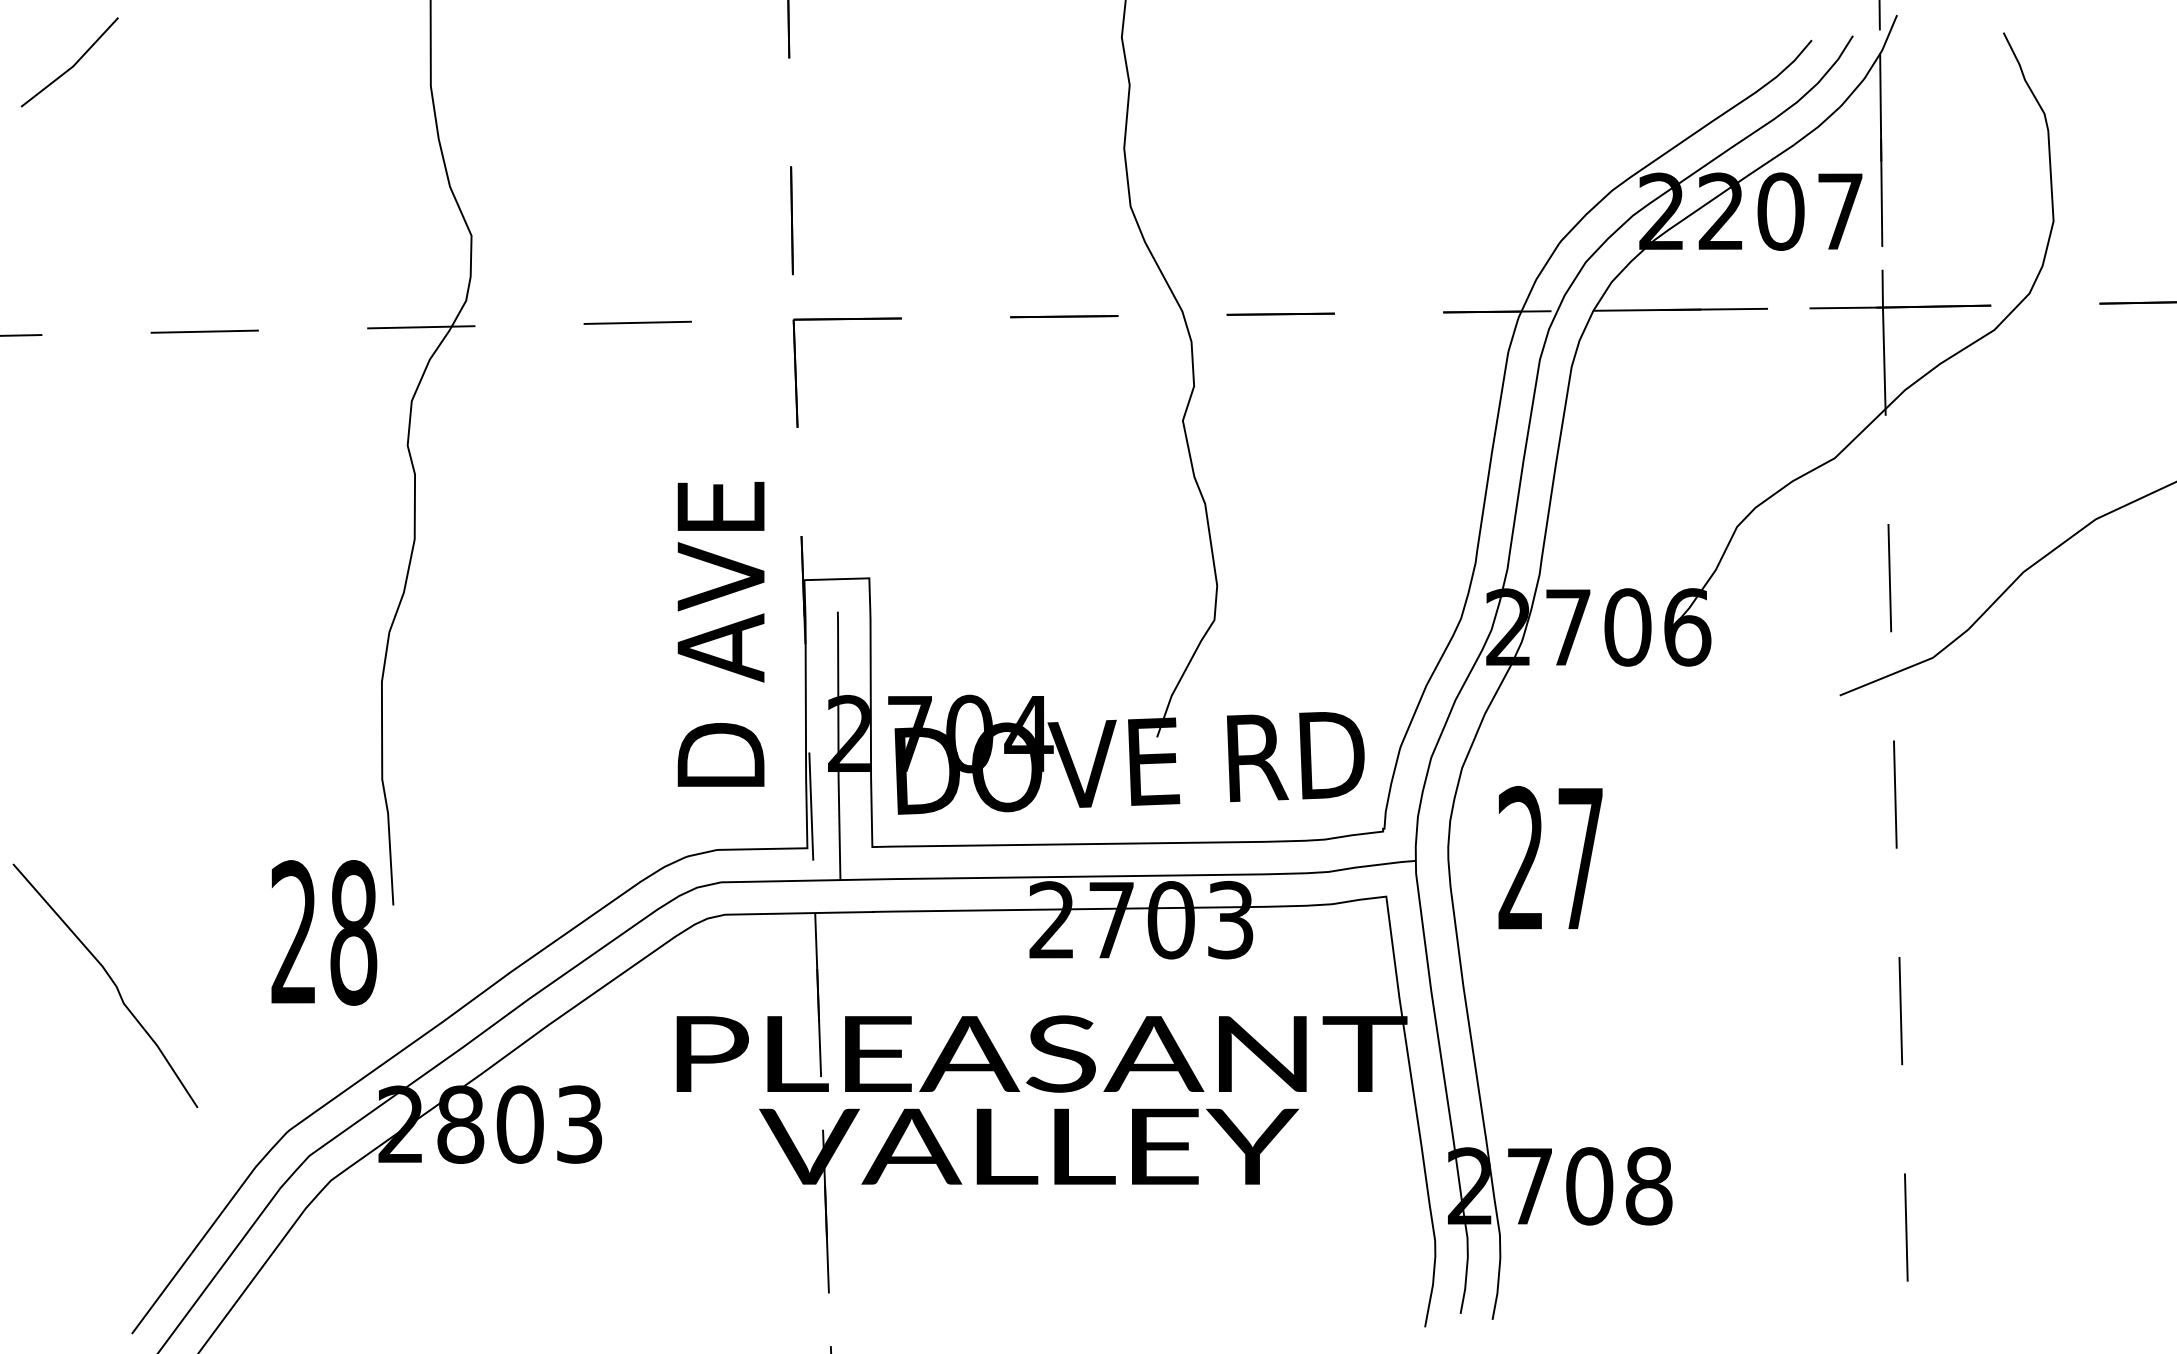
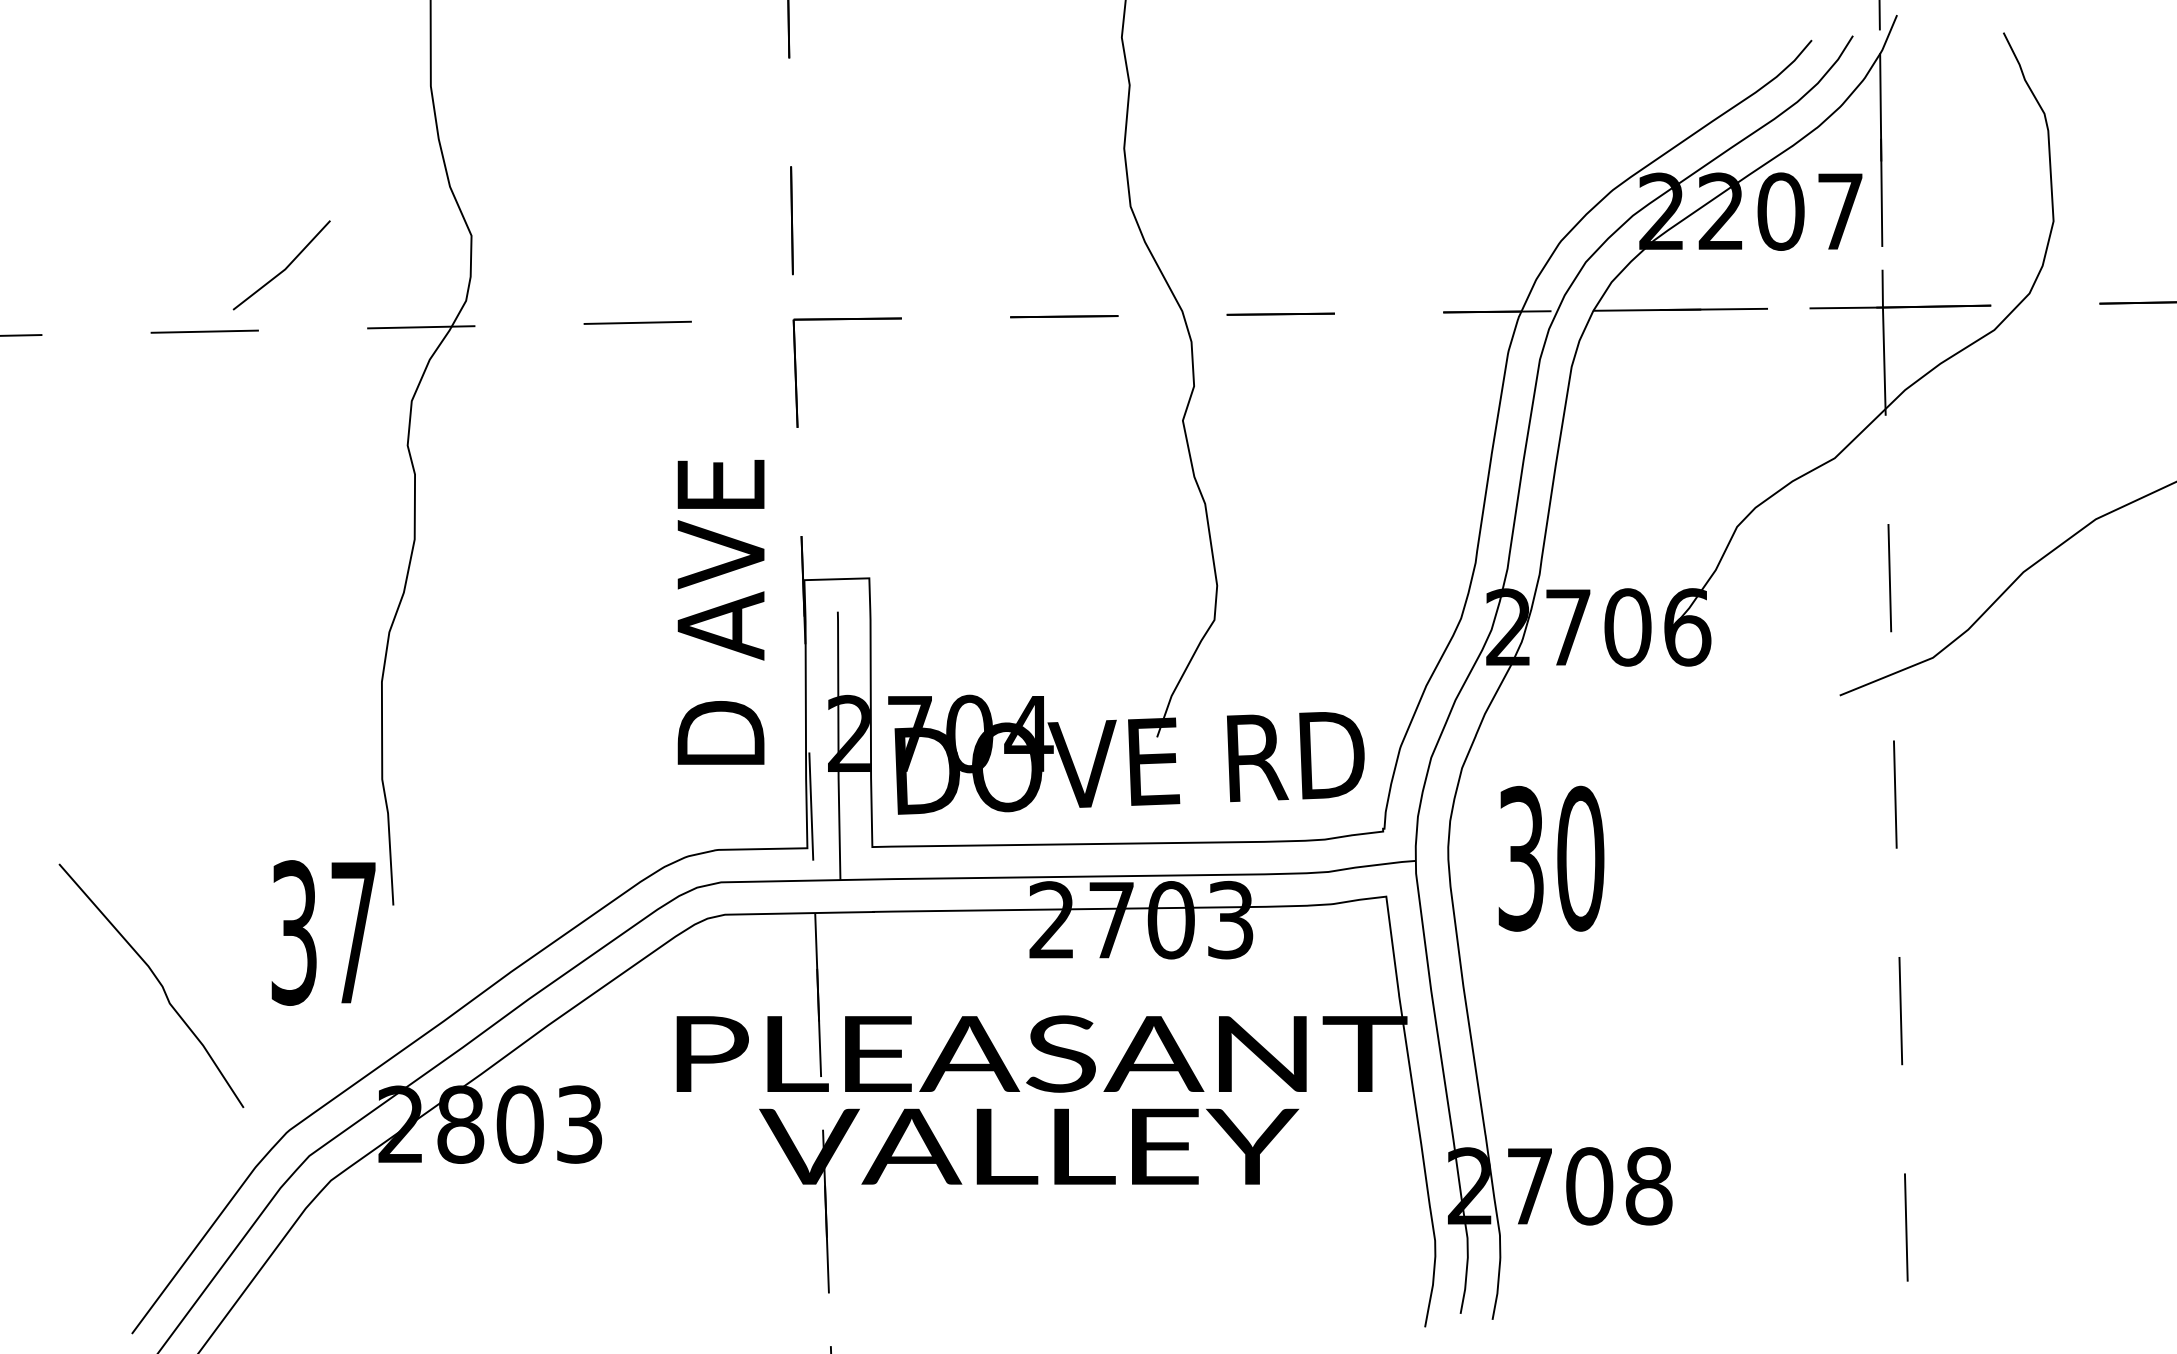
line at (72, 65) position: (72, 65) -> (284, 268)
text at (720, 634) position: (720, 634) -> (720, 612)
text at (1551, 858): 27 -> 30
text at (324, 932): 28 -> 37
curve at (111, 981) position: (111, 981) -> (157, 981)
